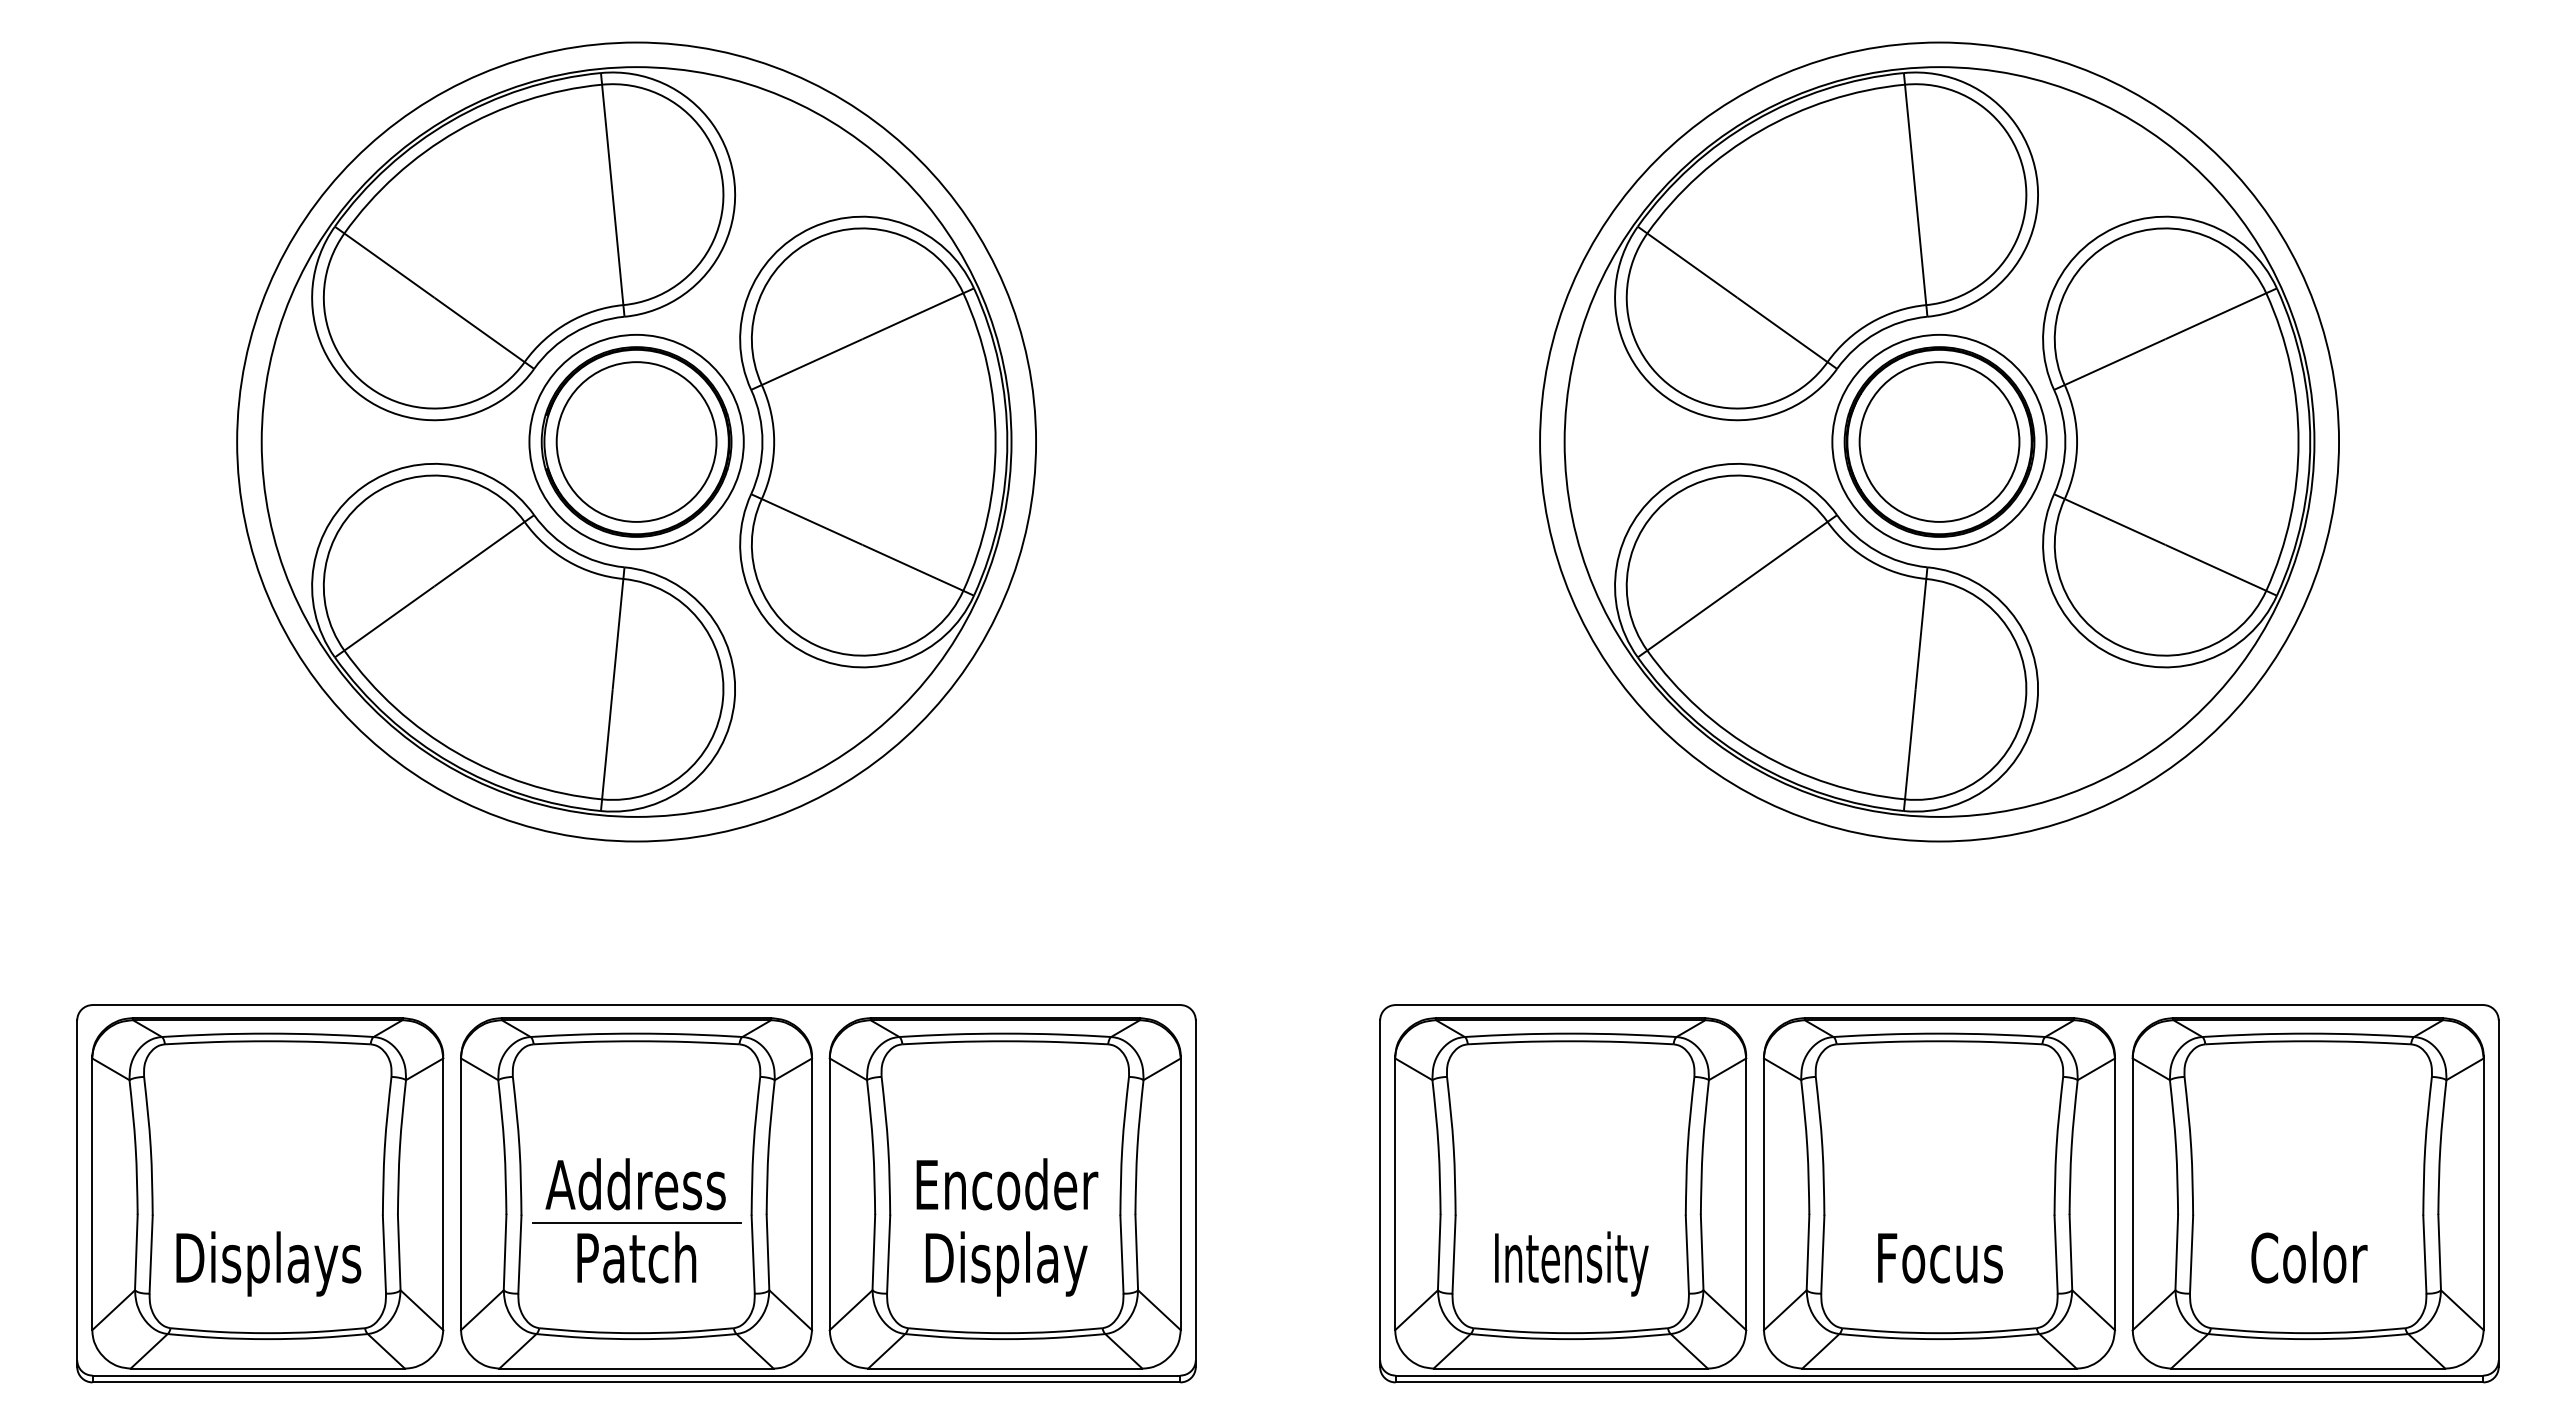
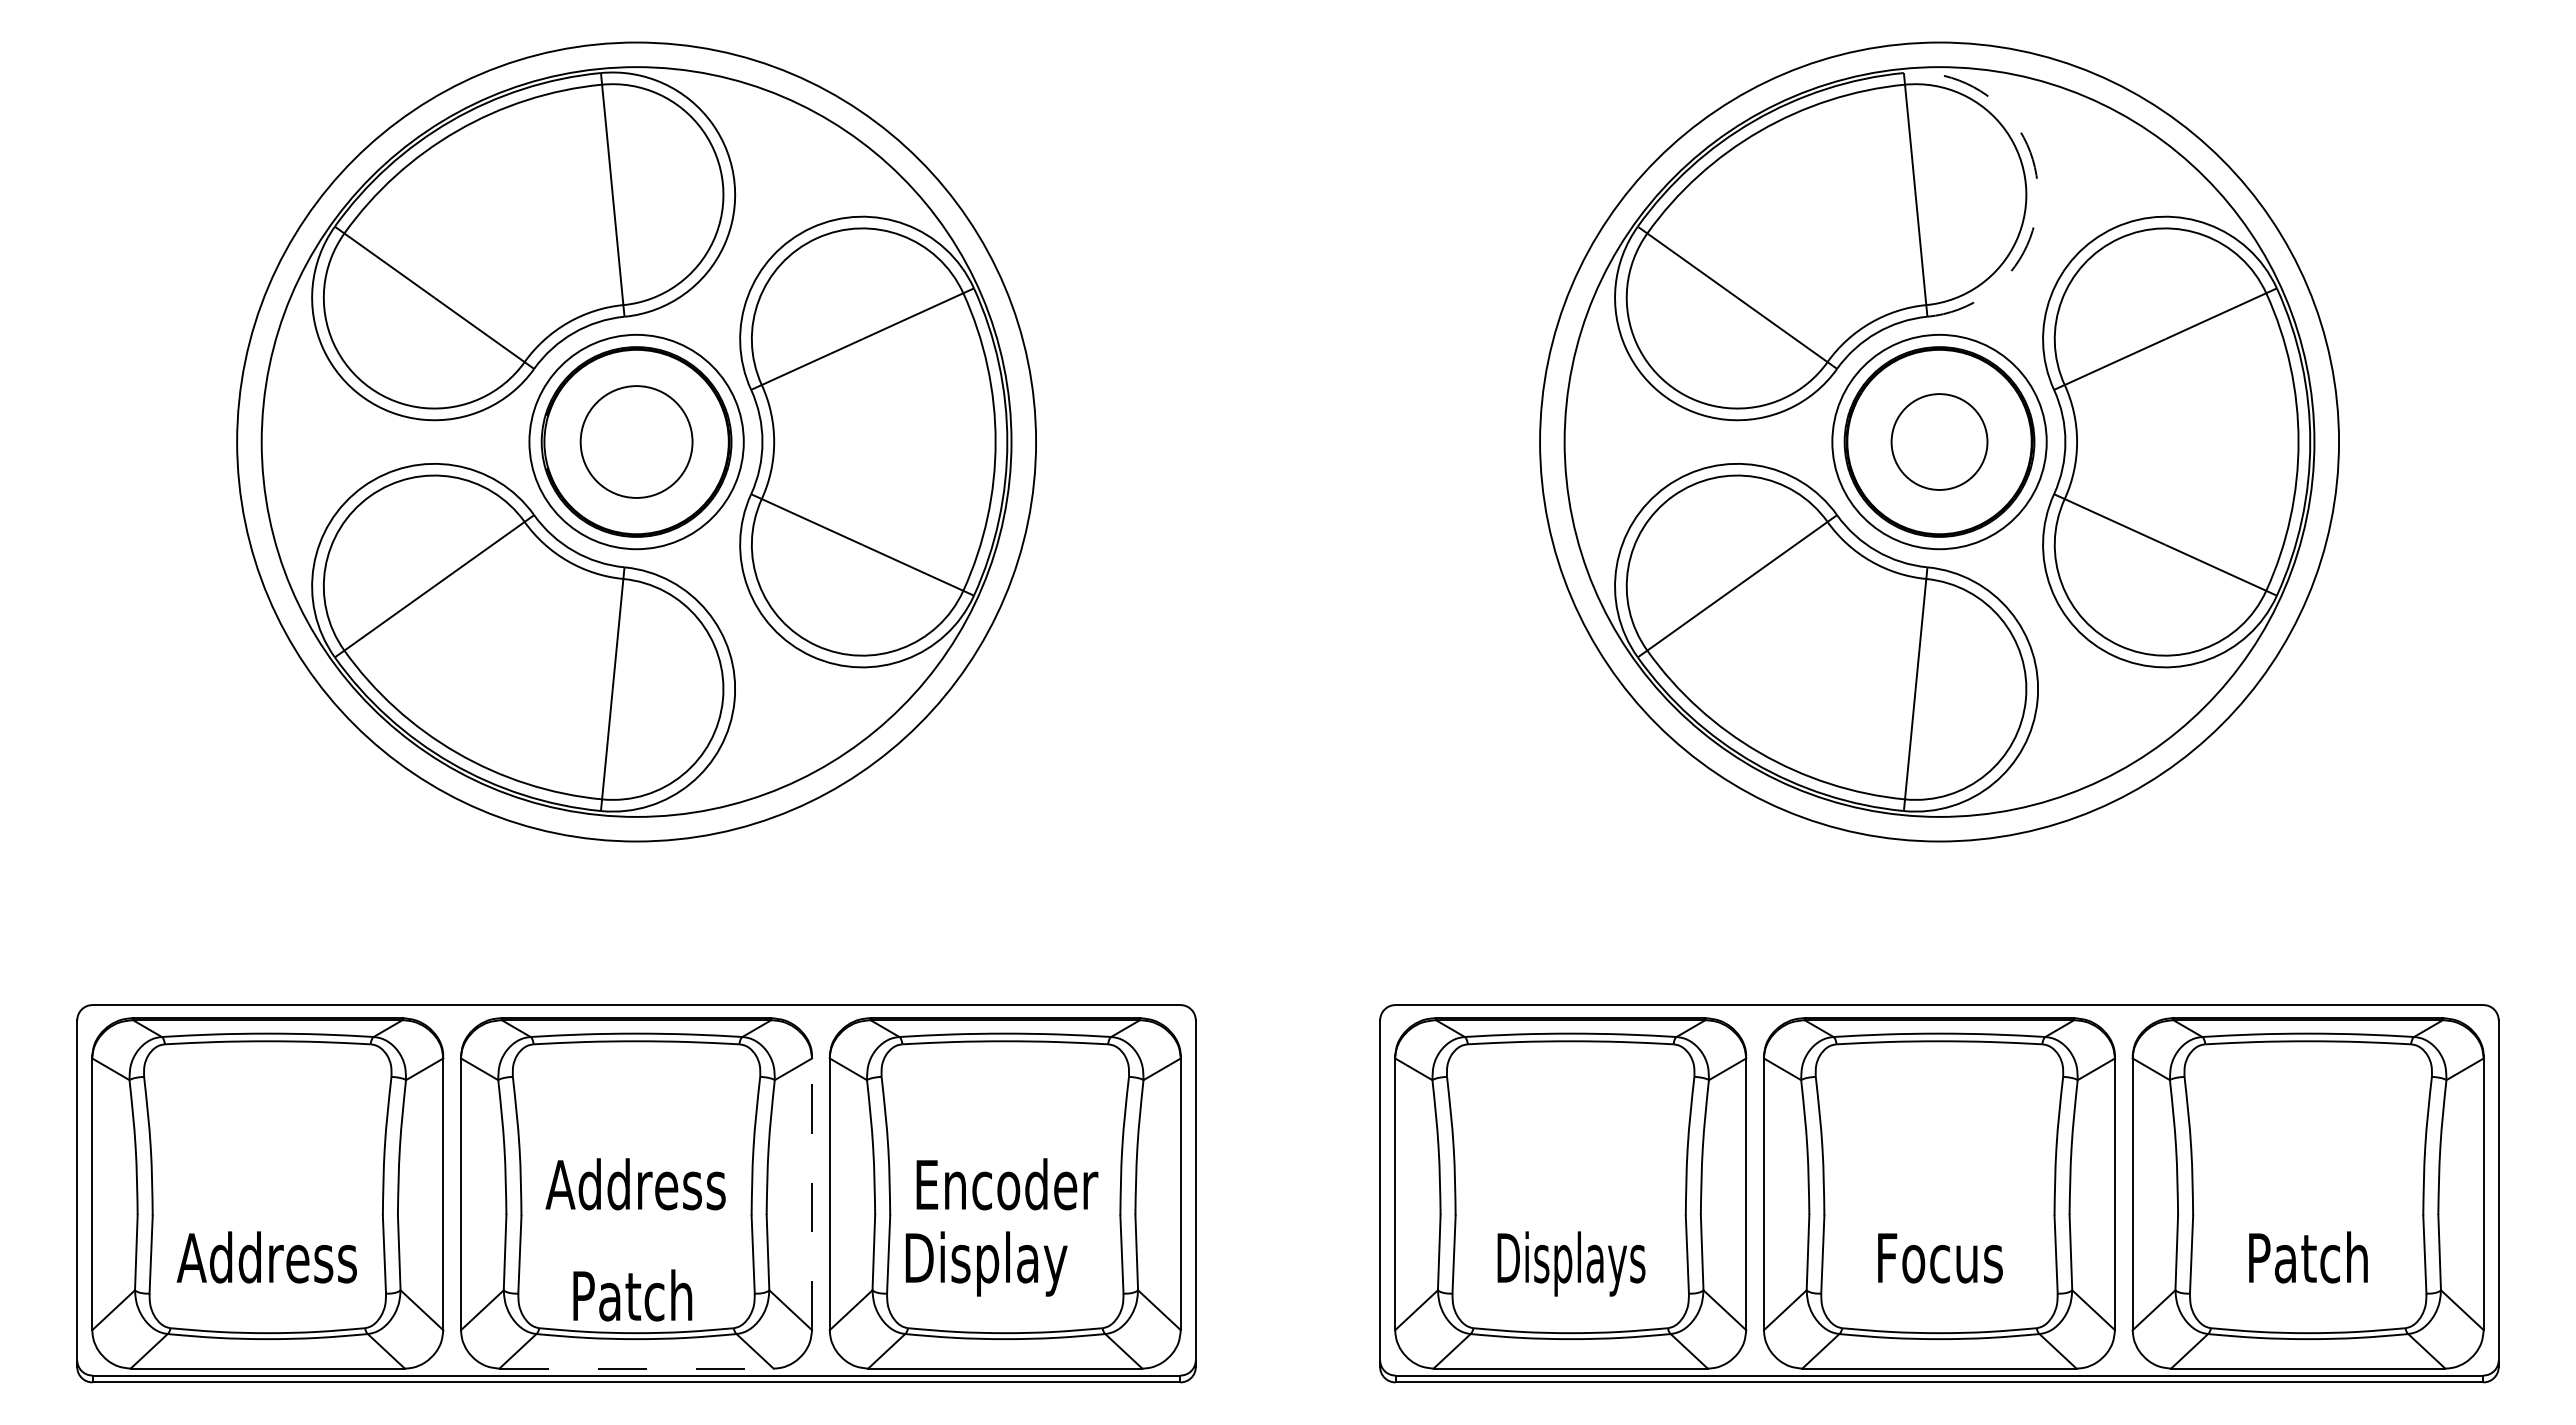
arc at (2037, 183): solid -> dashed
circle at (636, 441) diameter: 160 px -> 112 px
circle at (1939, 441) diameter: 160 px -> 96 px
line at (812, 1193): solid -> dashed
line at (636, 1223): present -> none
text at (636, 1257) position: (636, 1257) -> (632, 1295)
text at (2308, 1257): Color -> Patch
text at (268, 1263): Displays -> Address
text at (1006, 1263) position: (1006, 1263) -> (986, 1263)
text at (1571, 1263): Intensity -> Displays
line at (637, 1368): solid -> dashed
